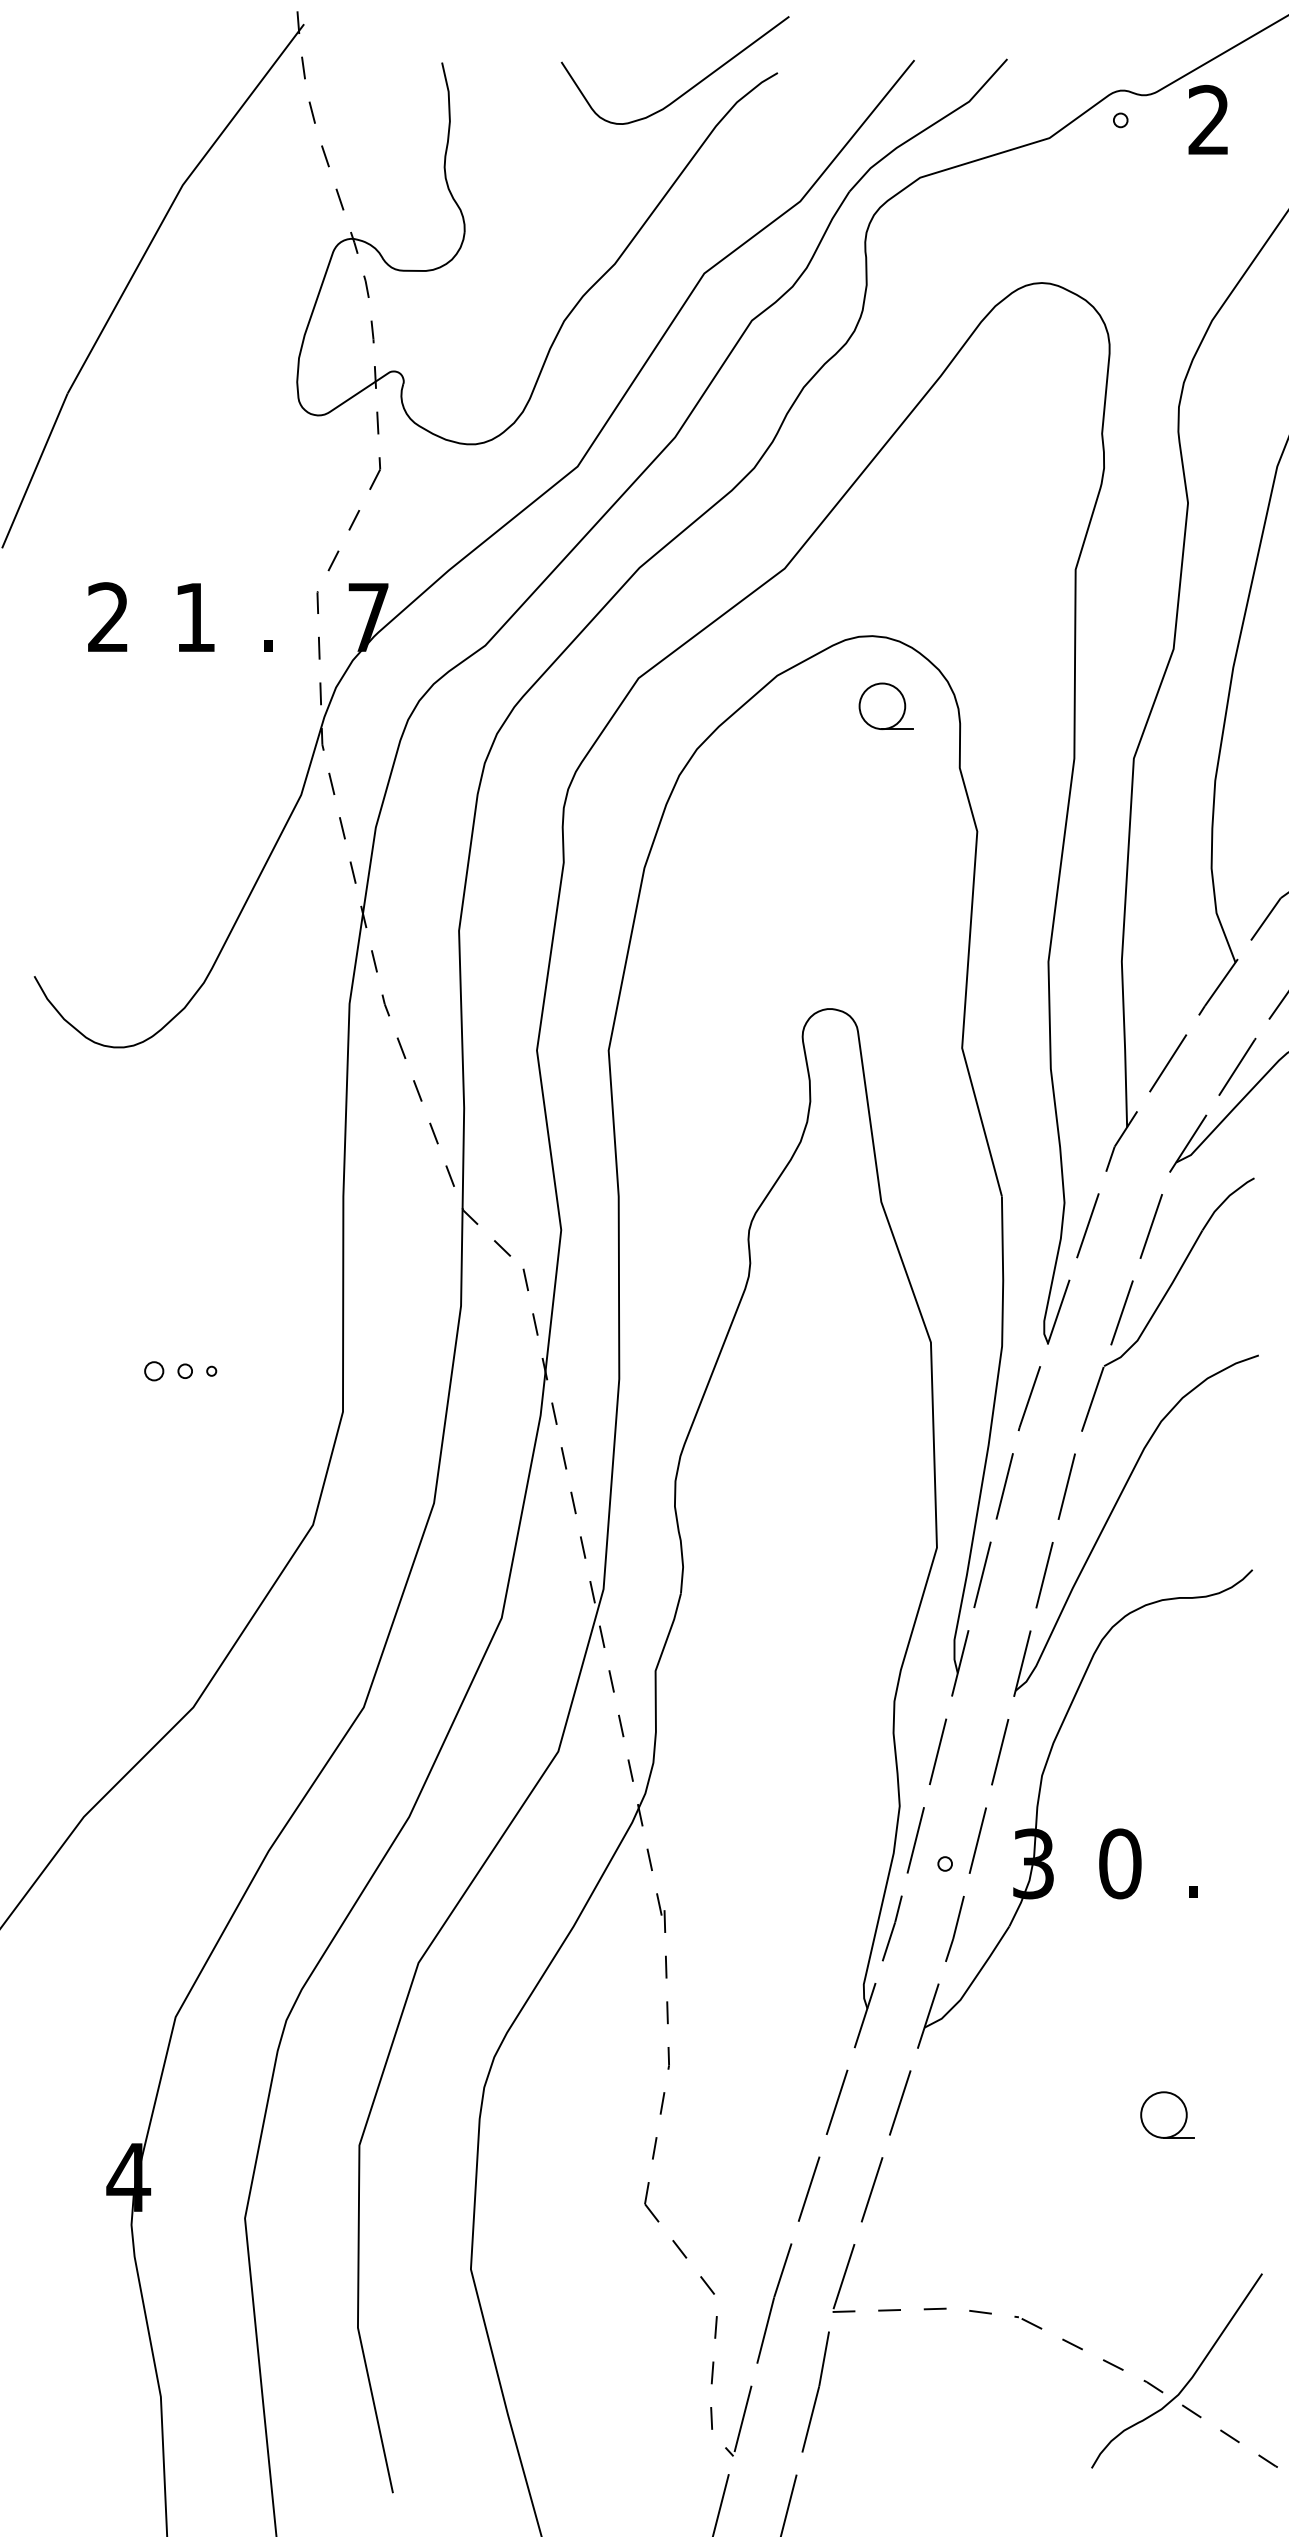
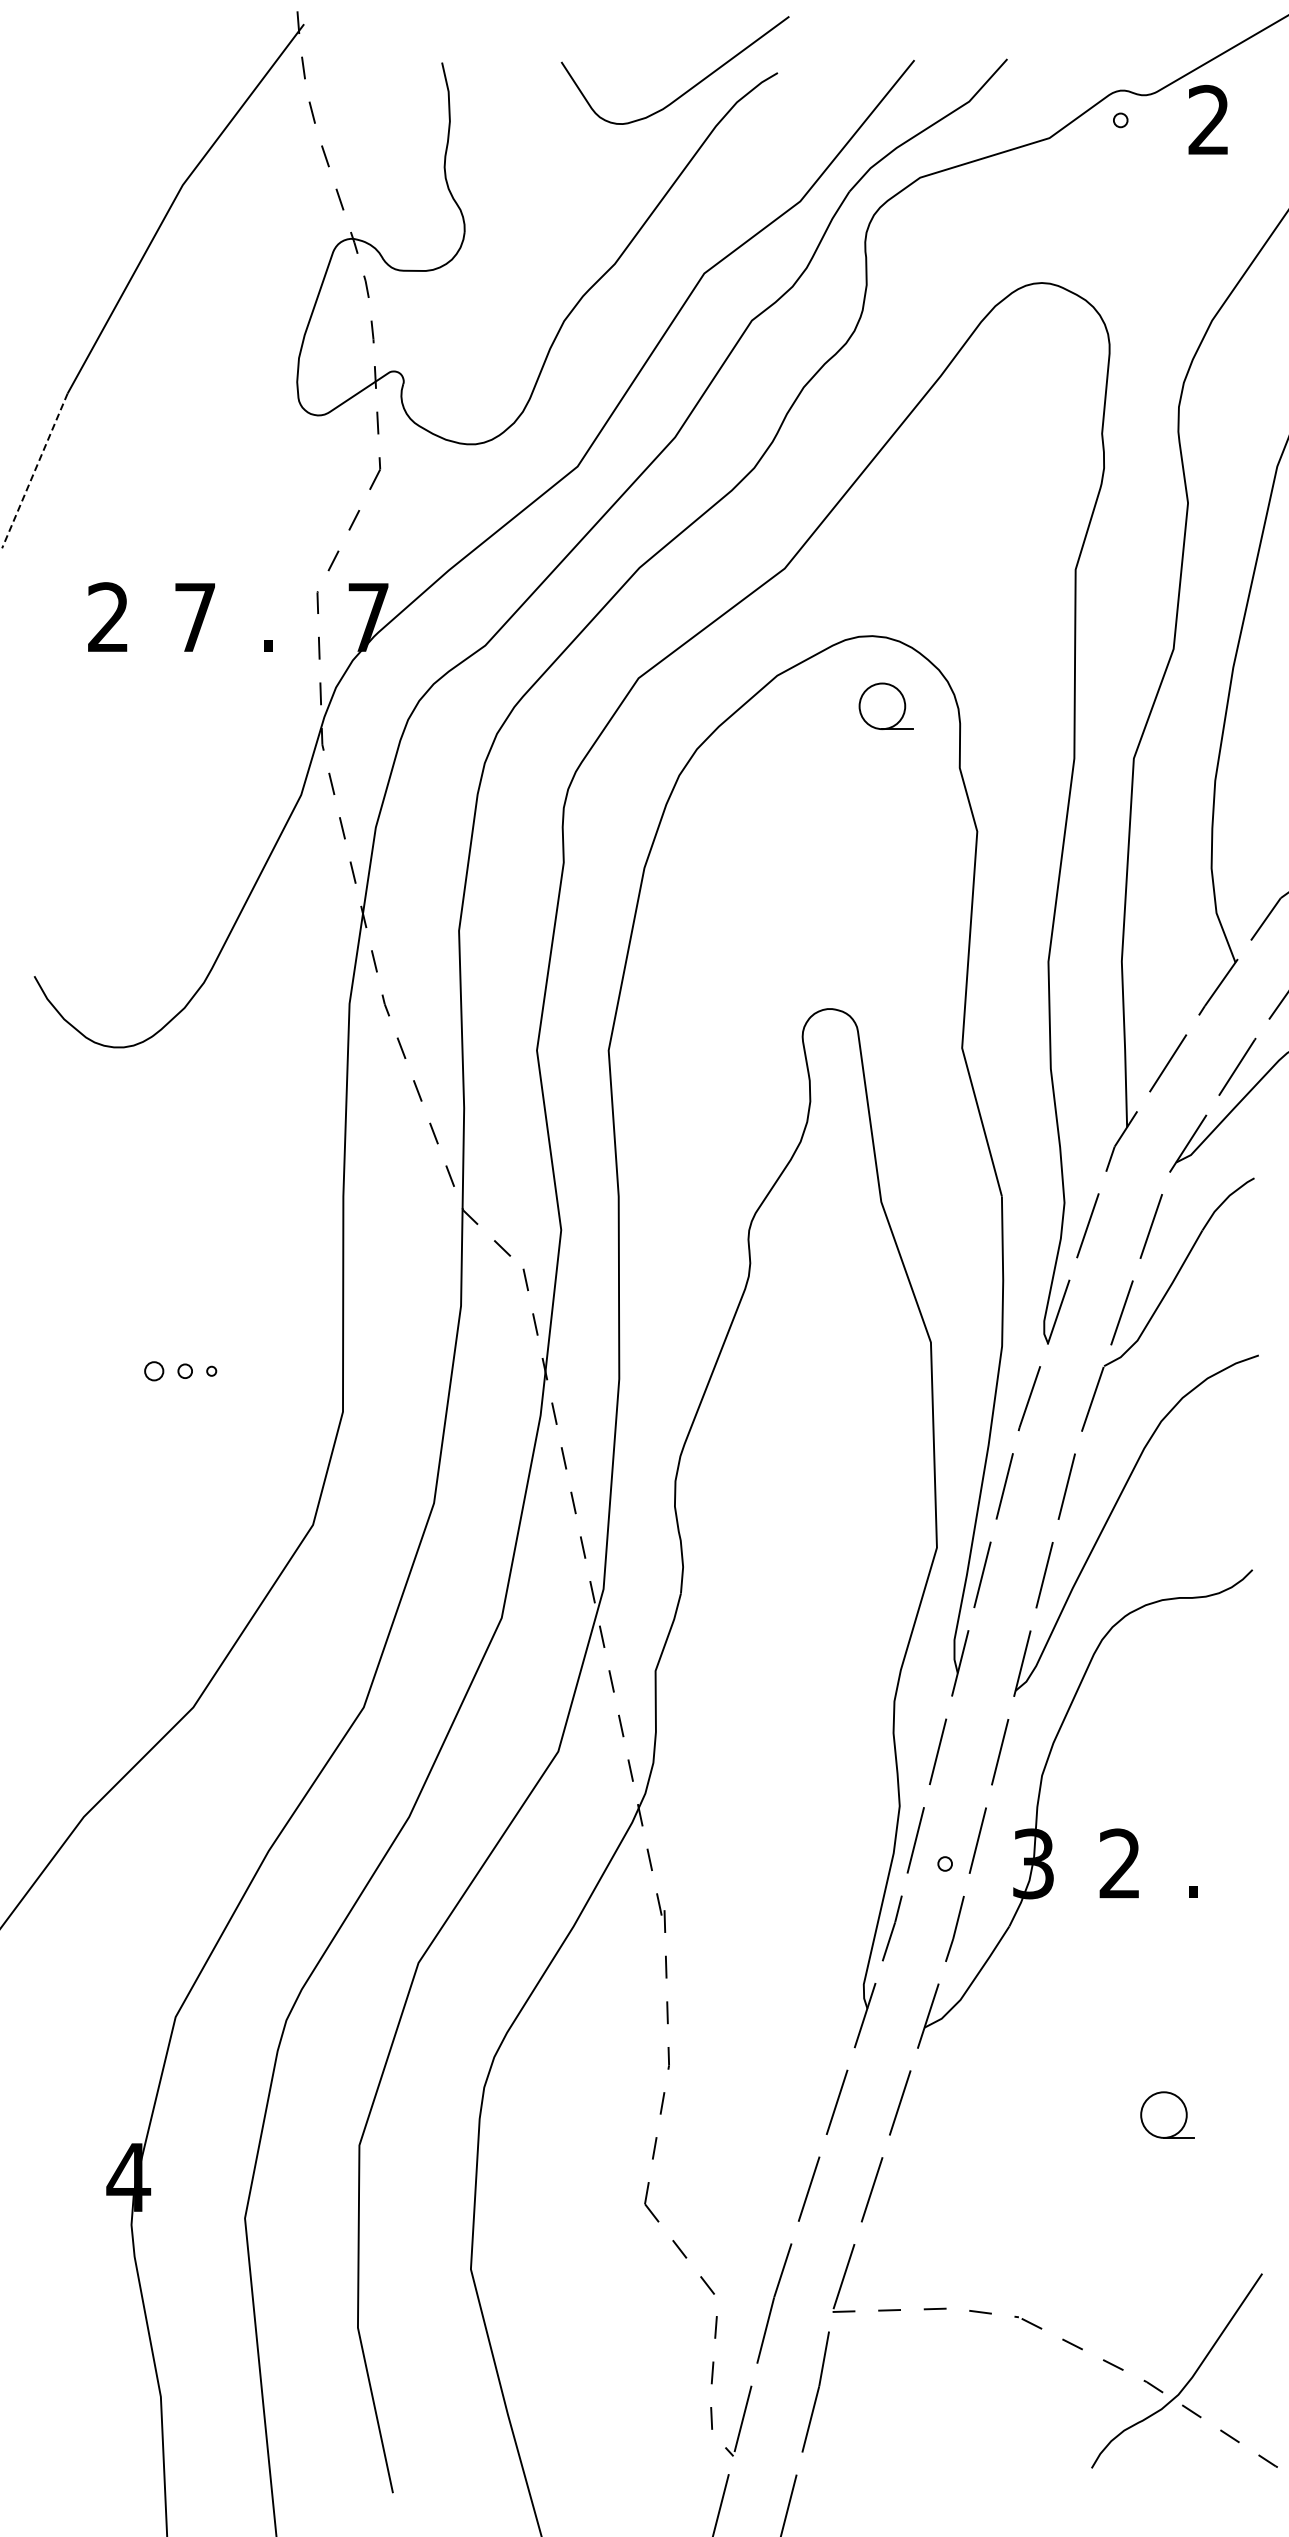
line at (34, 471): solid -> dashed
text at (194, 617): 1 -> 7
text at (1120, 1863): 0 -> 2
